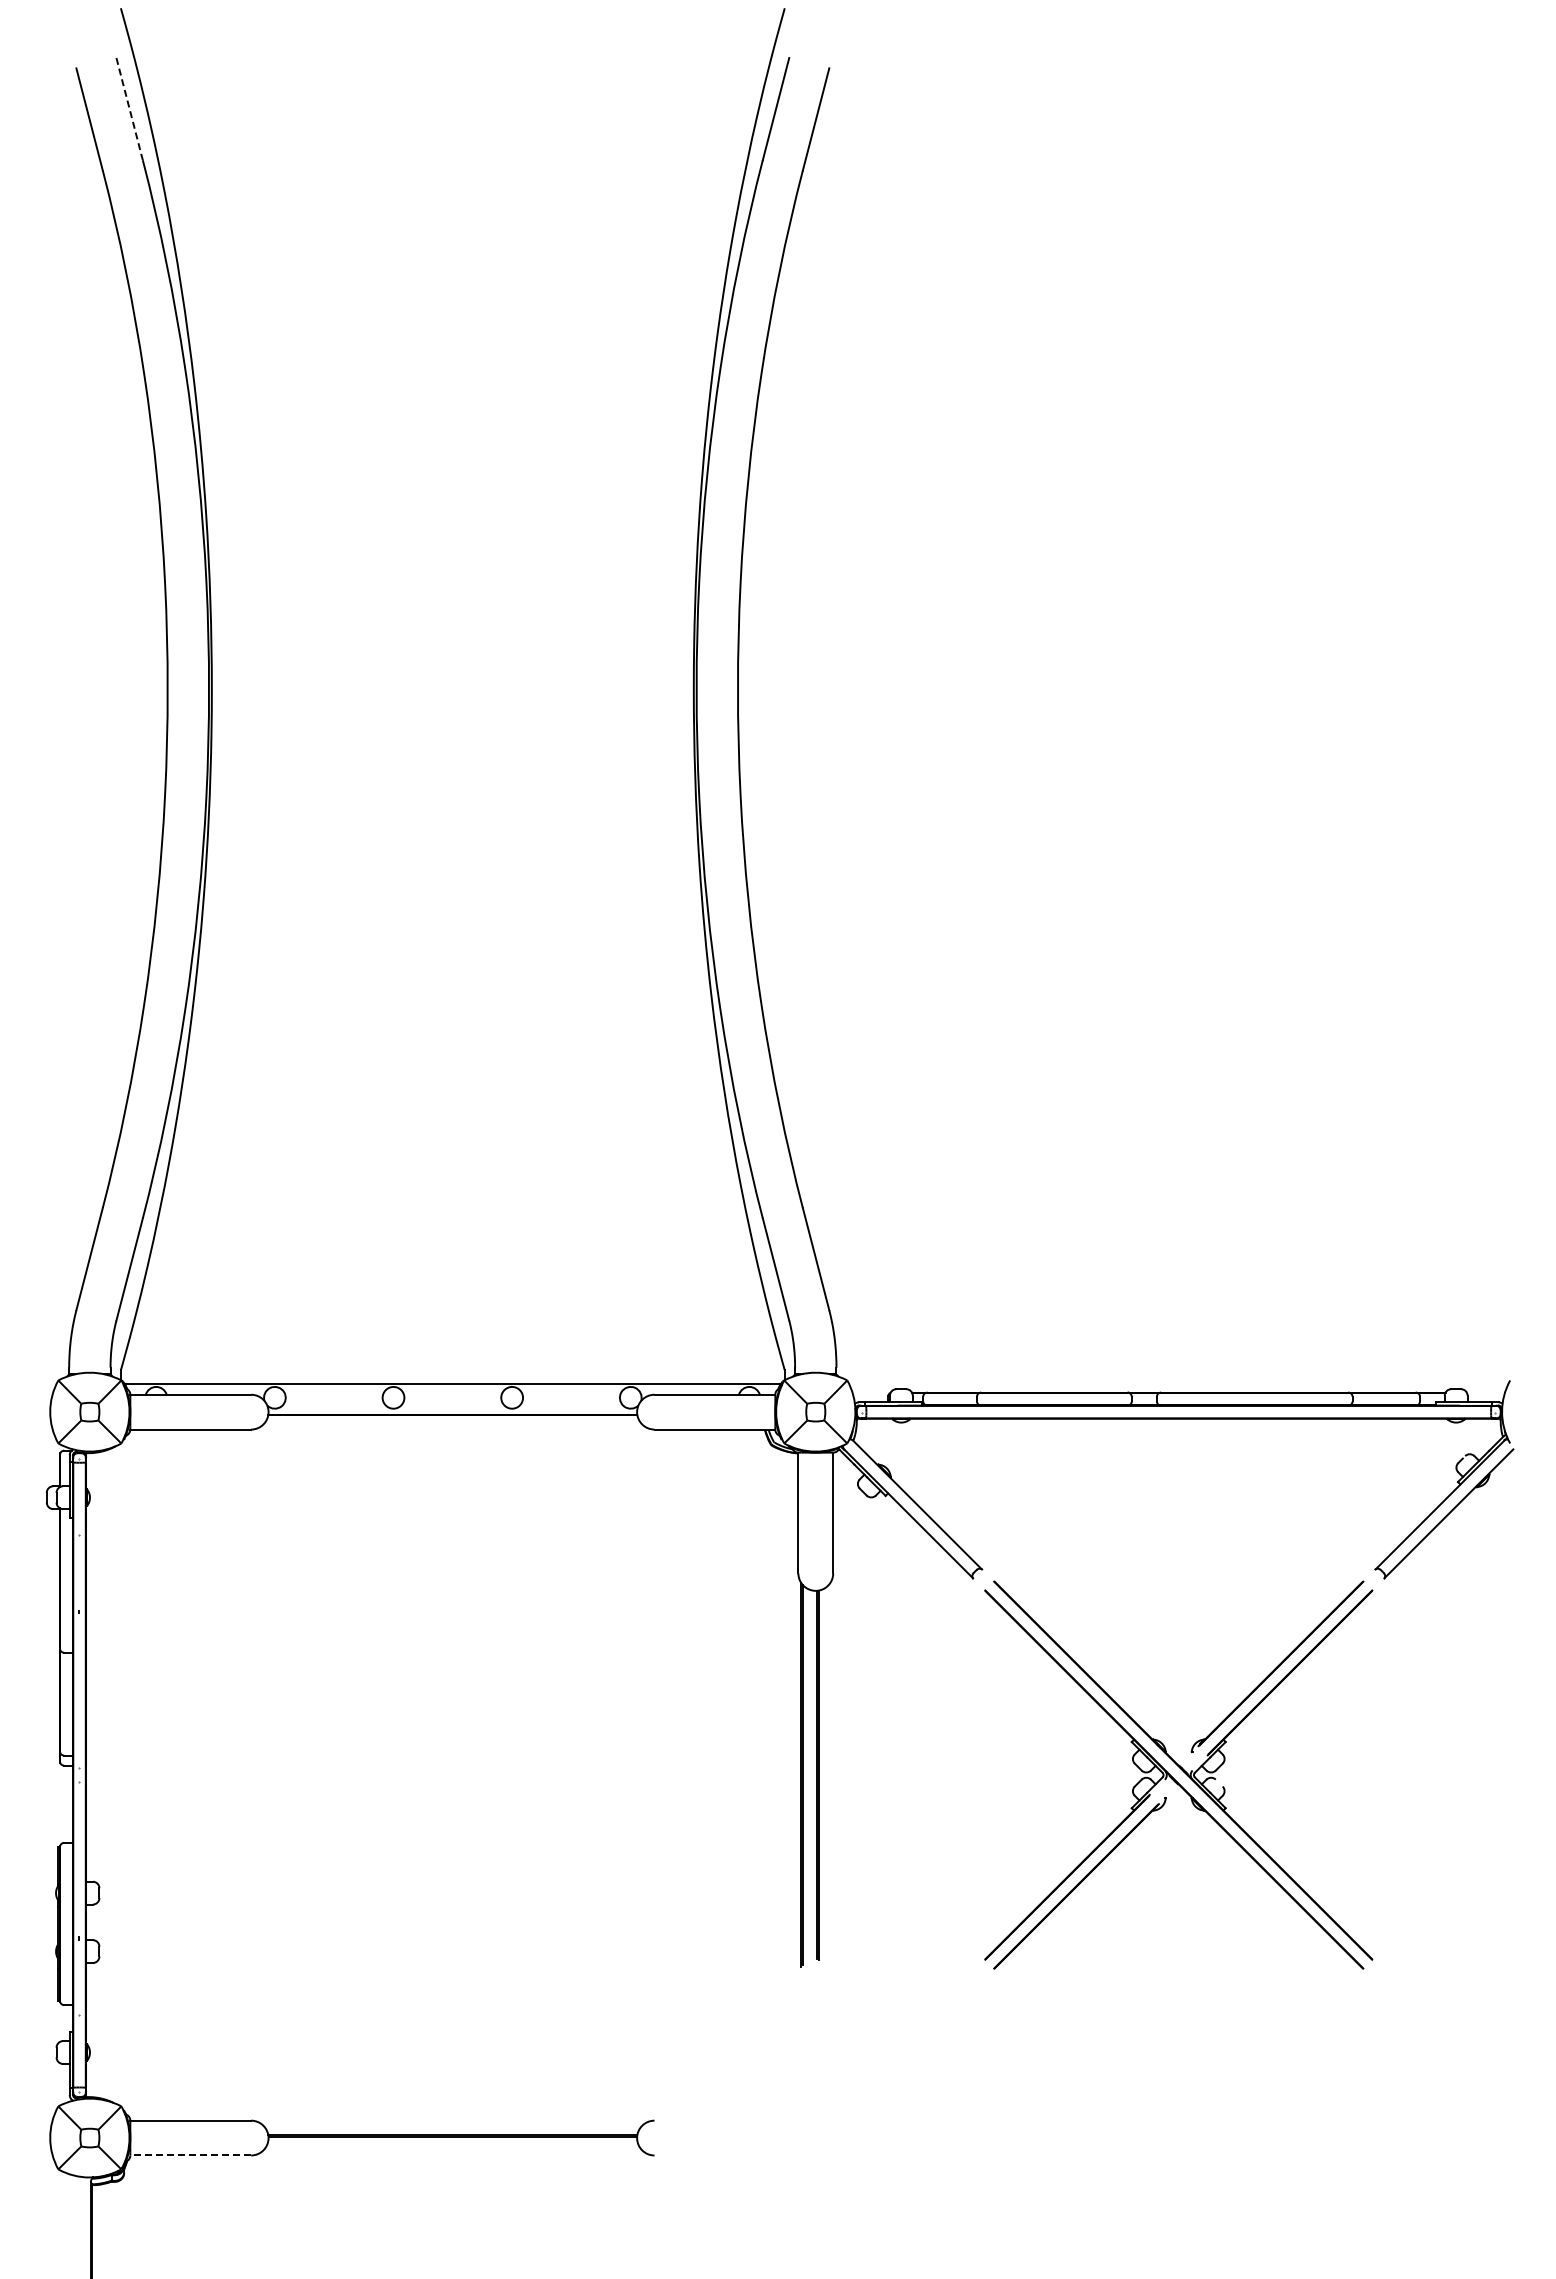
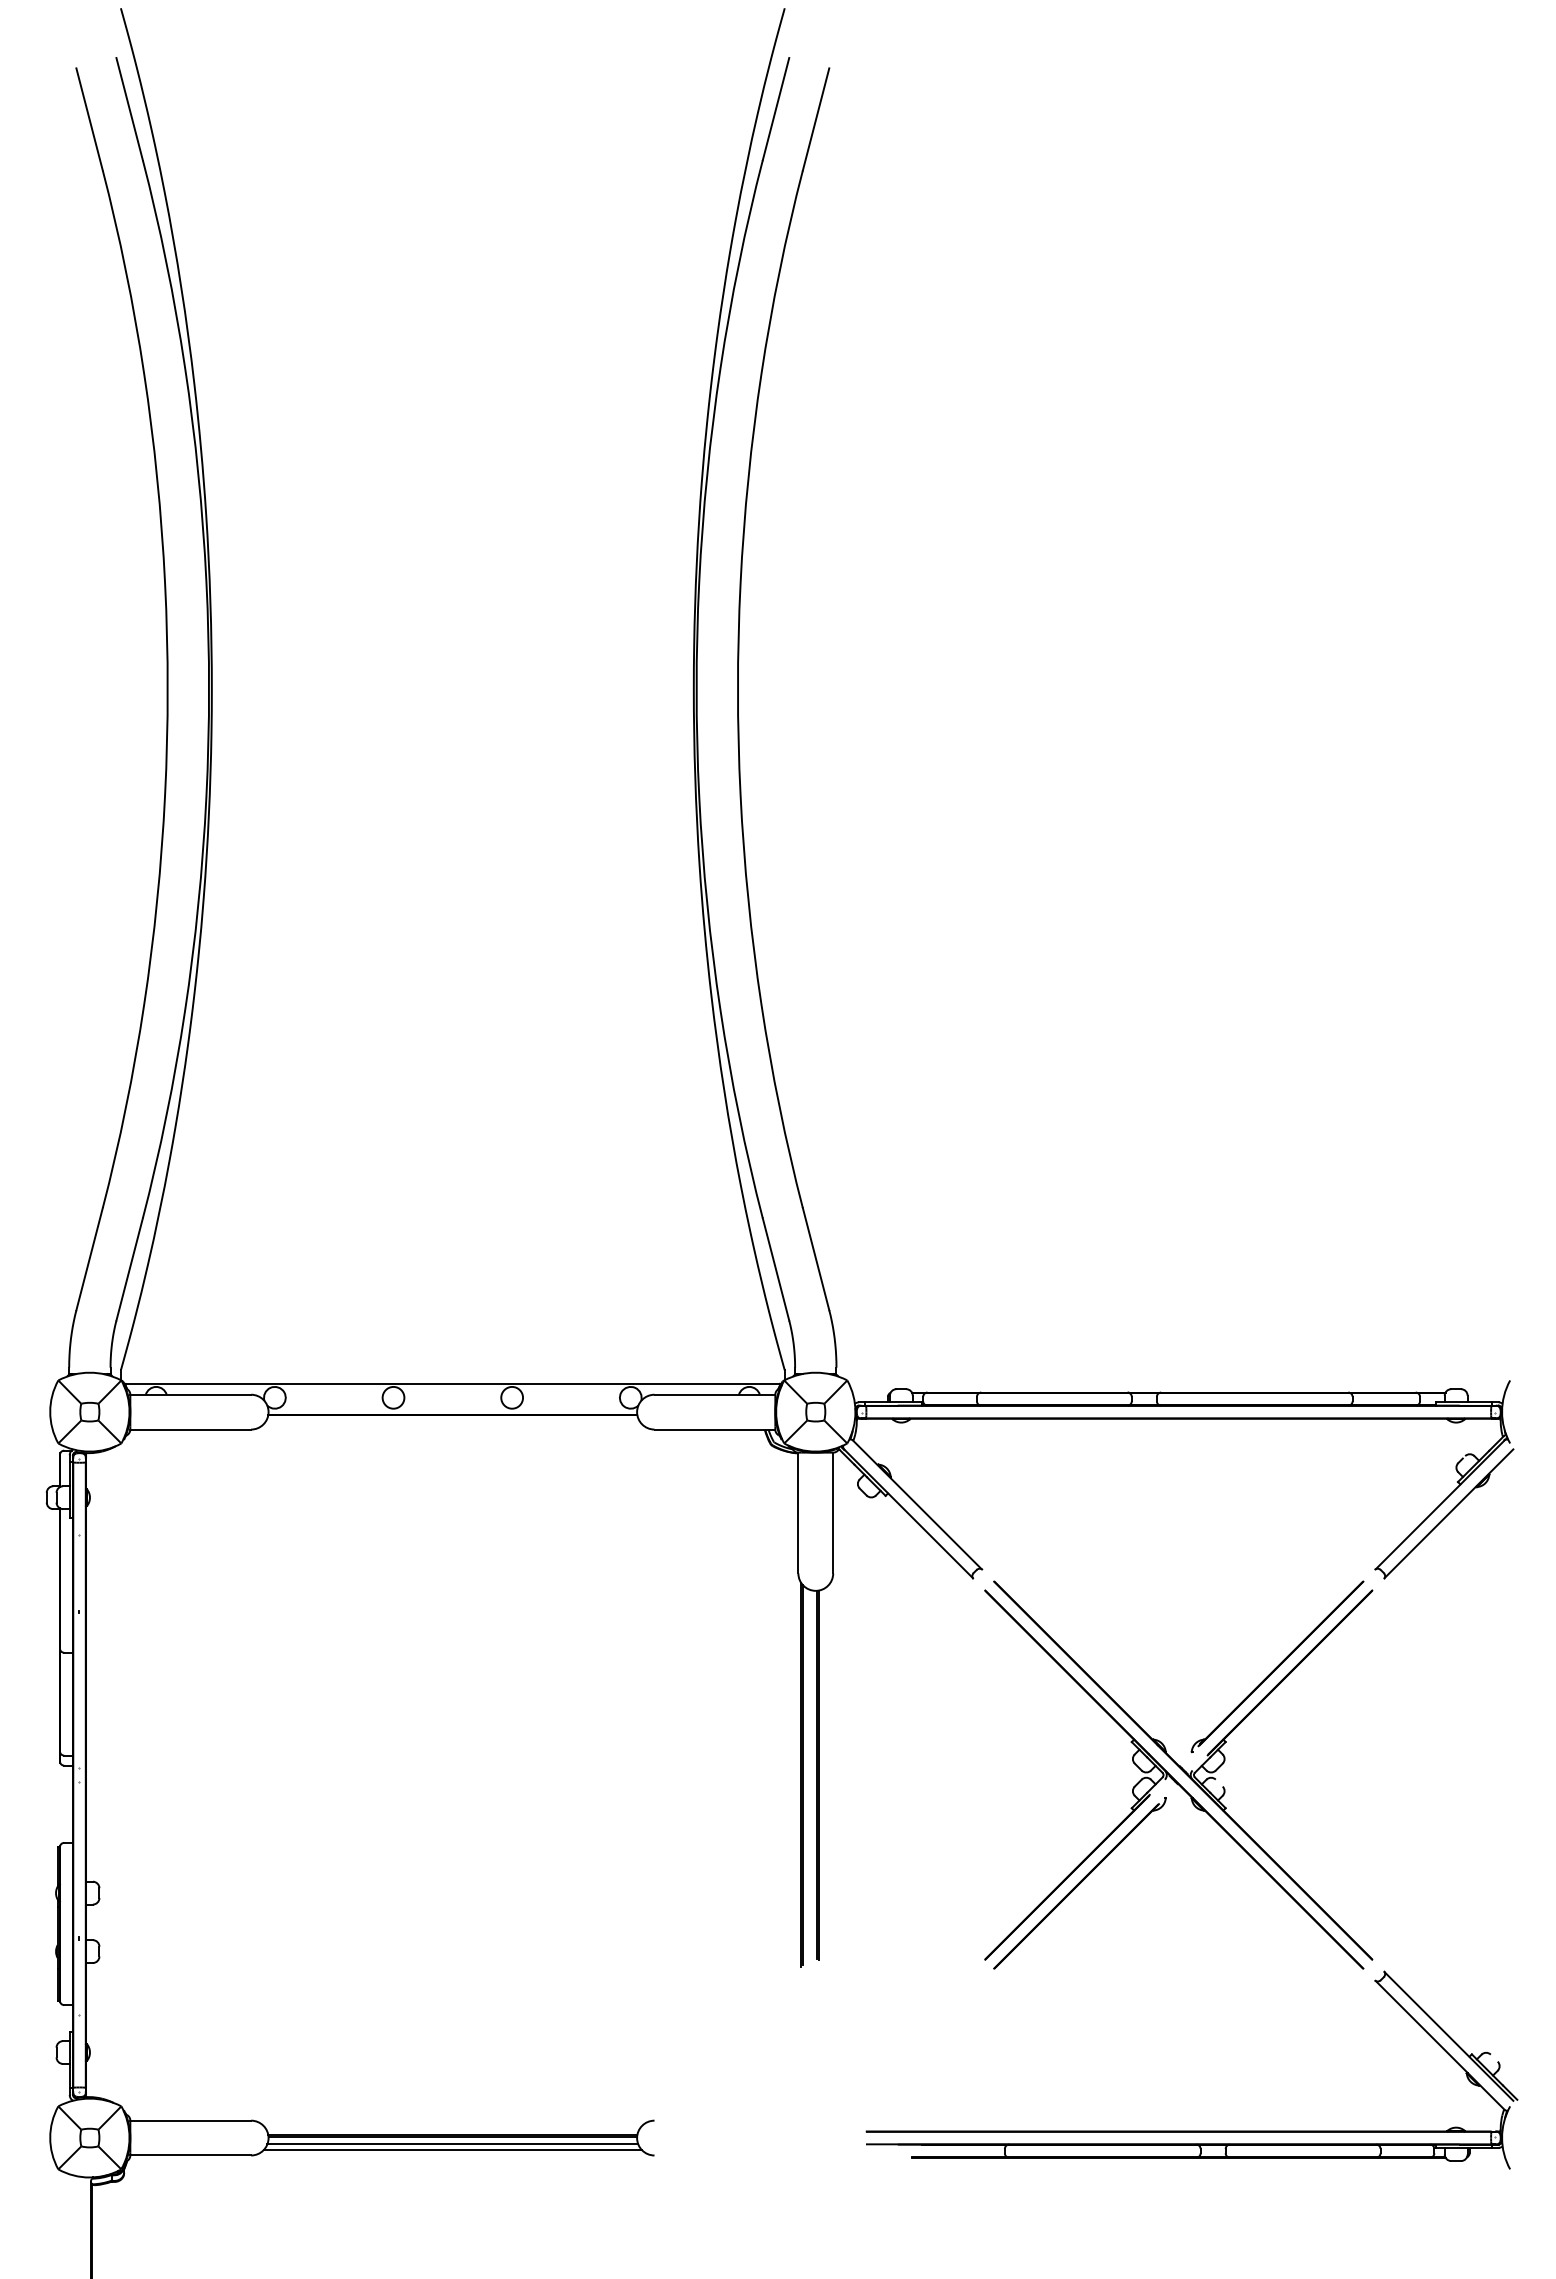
line at (129, 109): dashed -> solid
part at (1191, 2130): none -> present
line at (452, 2144): none -> present
line at (452, 2149): none -> present
line at (190, 2155): dashed -> solid
